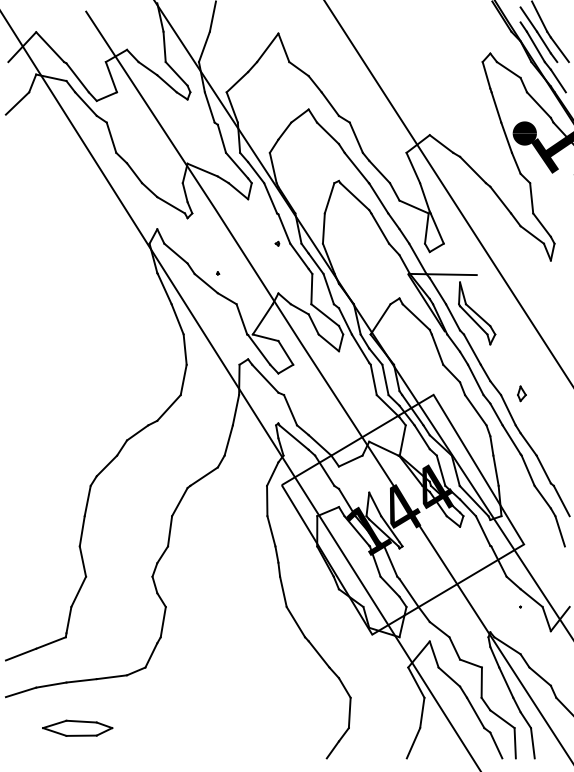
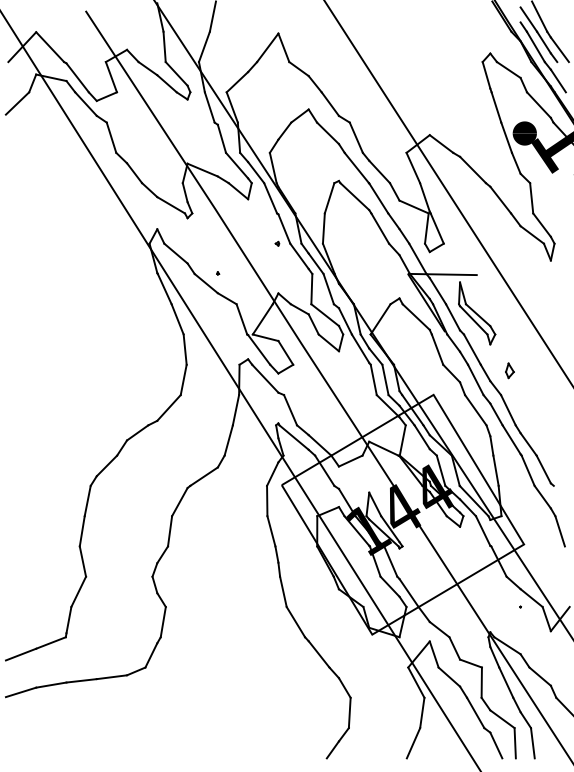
part at (521, 393) position: (521, 393) -> (509, 370)
line at (561, 500): present -> none
part at (77, 727): present -> none
